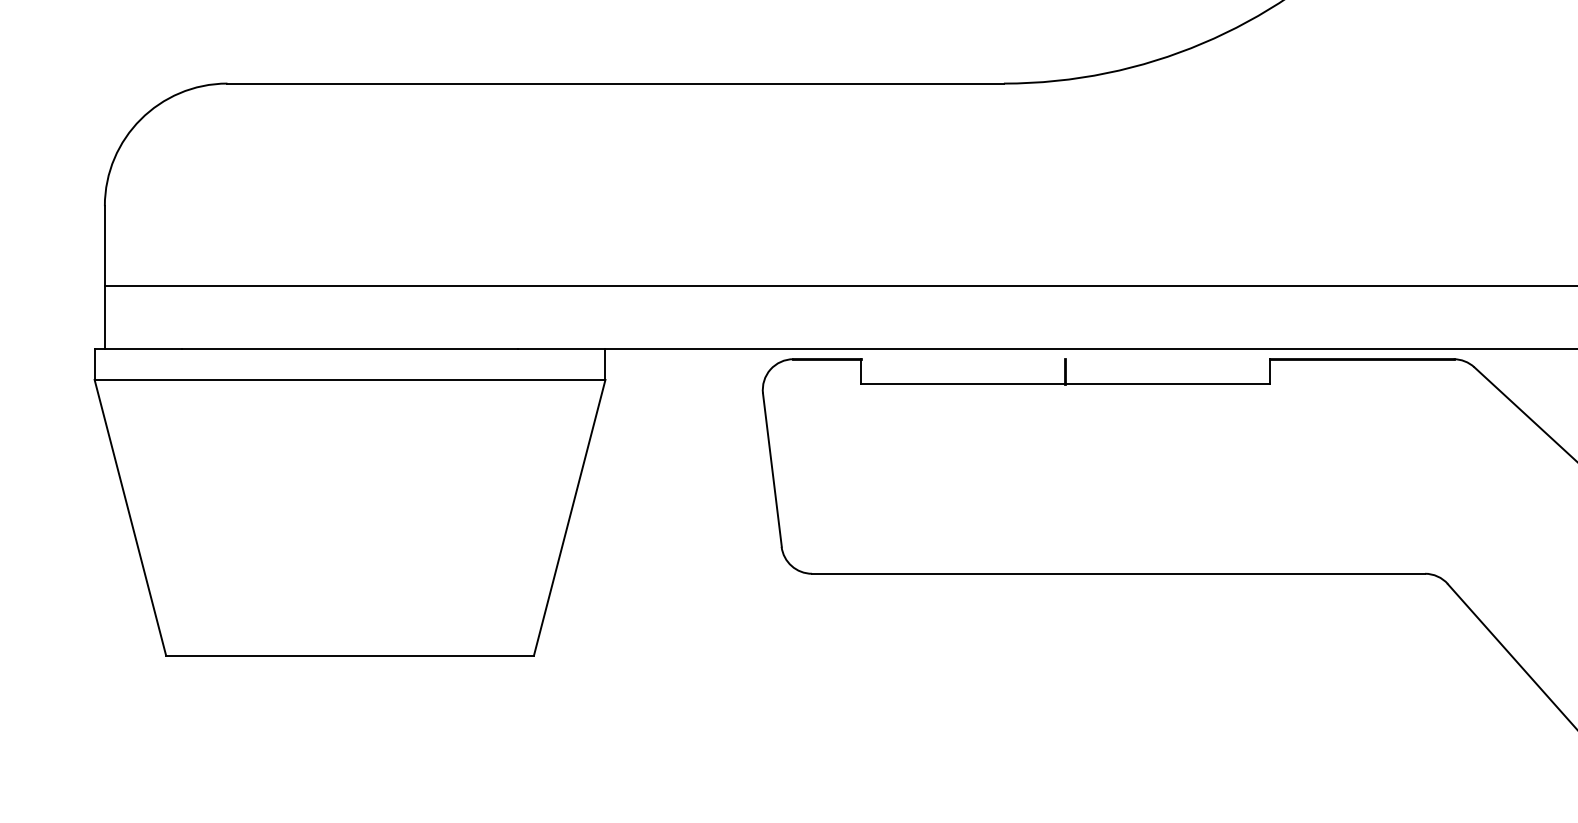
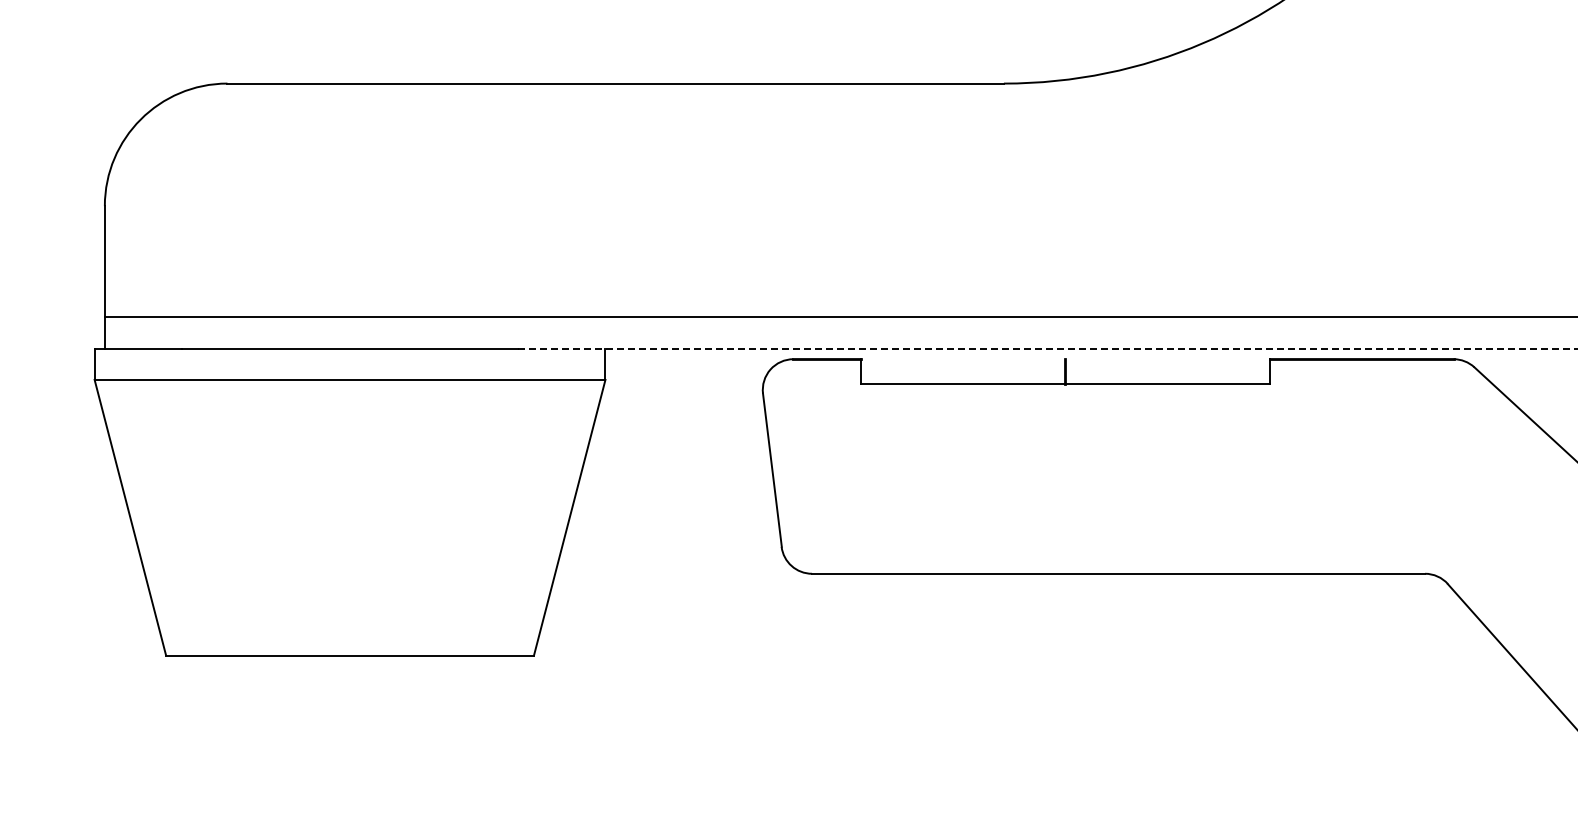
line at (839, 285) position: (839, 285) -> (839, 316)
line at (1047, 349): solid -> dashed
